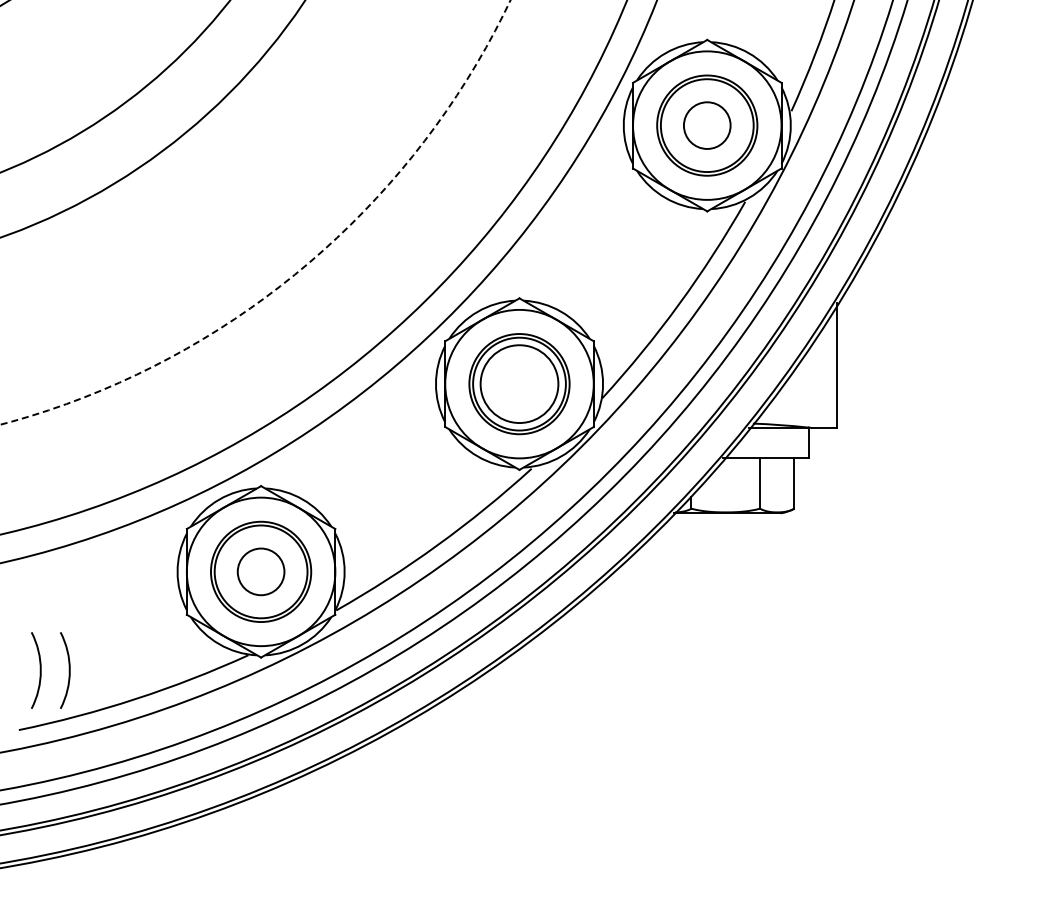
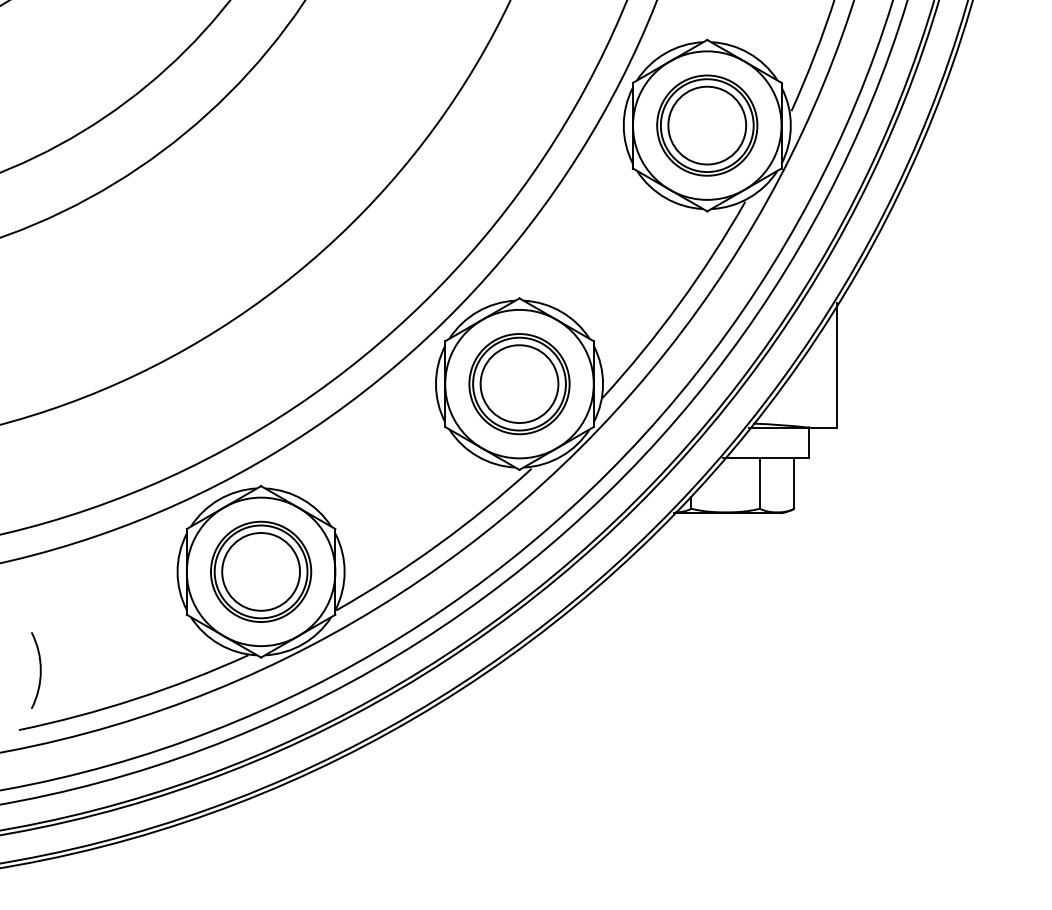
circle at (706, 125) diameter: 47 px -> 78 px
arc at (301, 269): dashed -> solid
circle at (260, 571) diameter: 47 px -> 78 px
arc at (68, 670): present -> none
